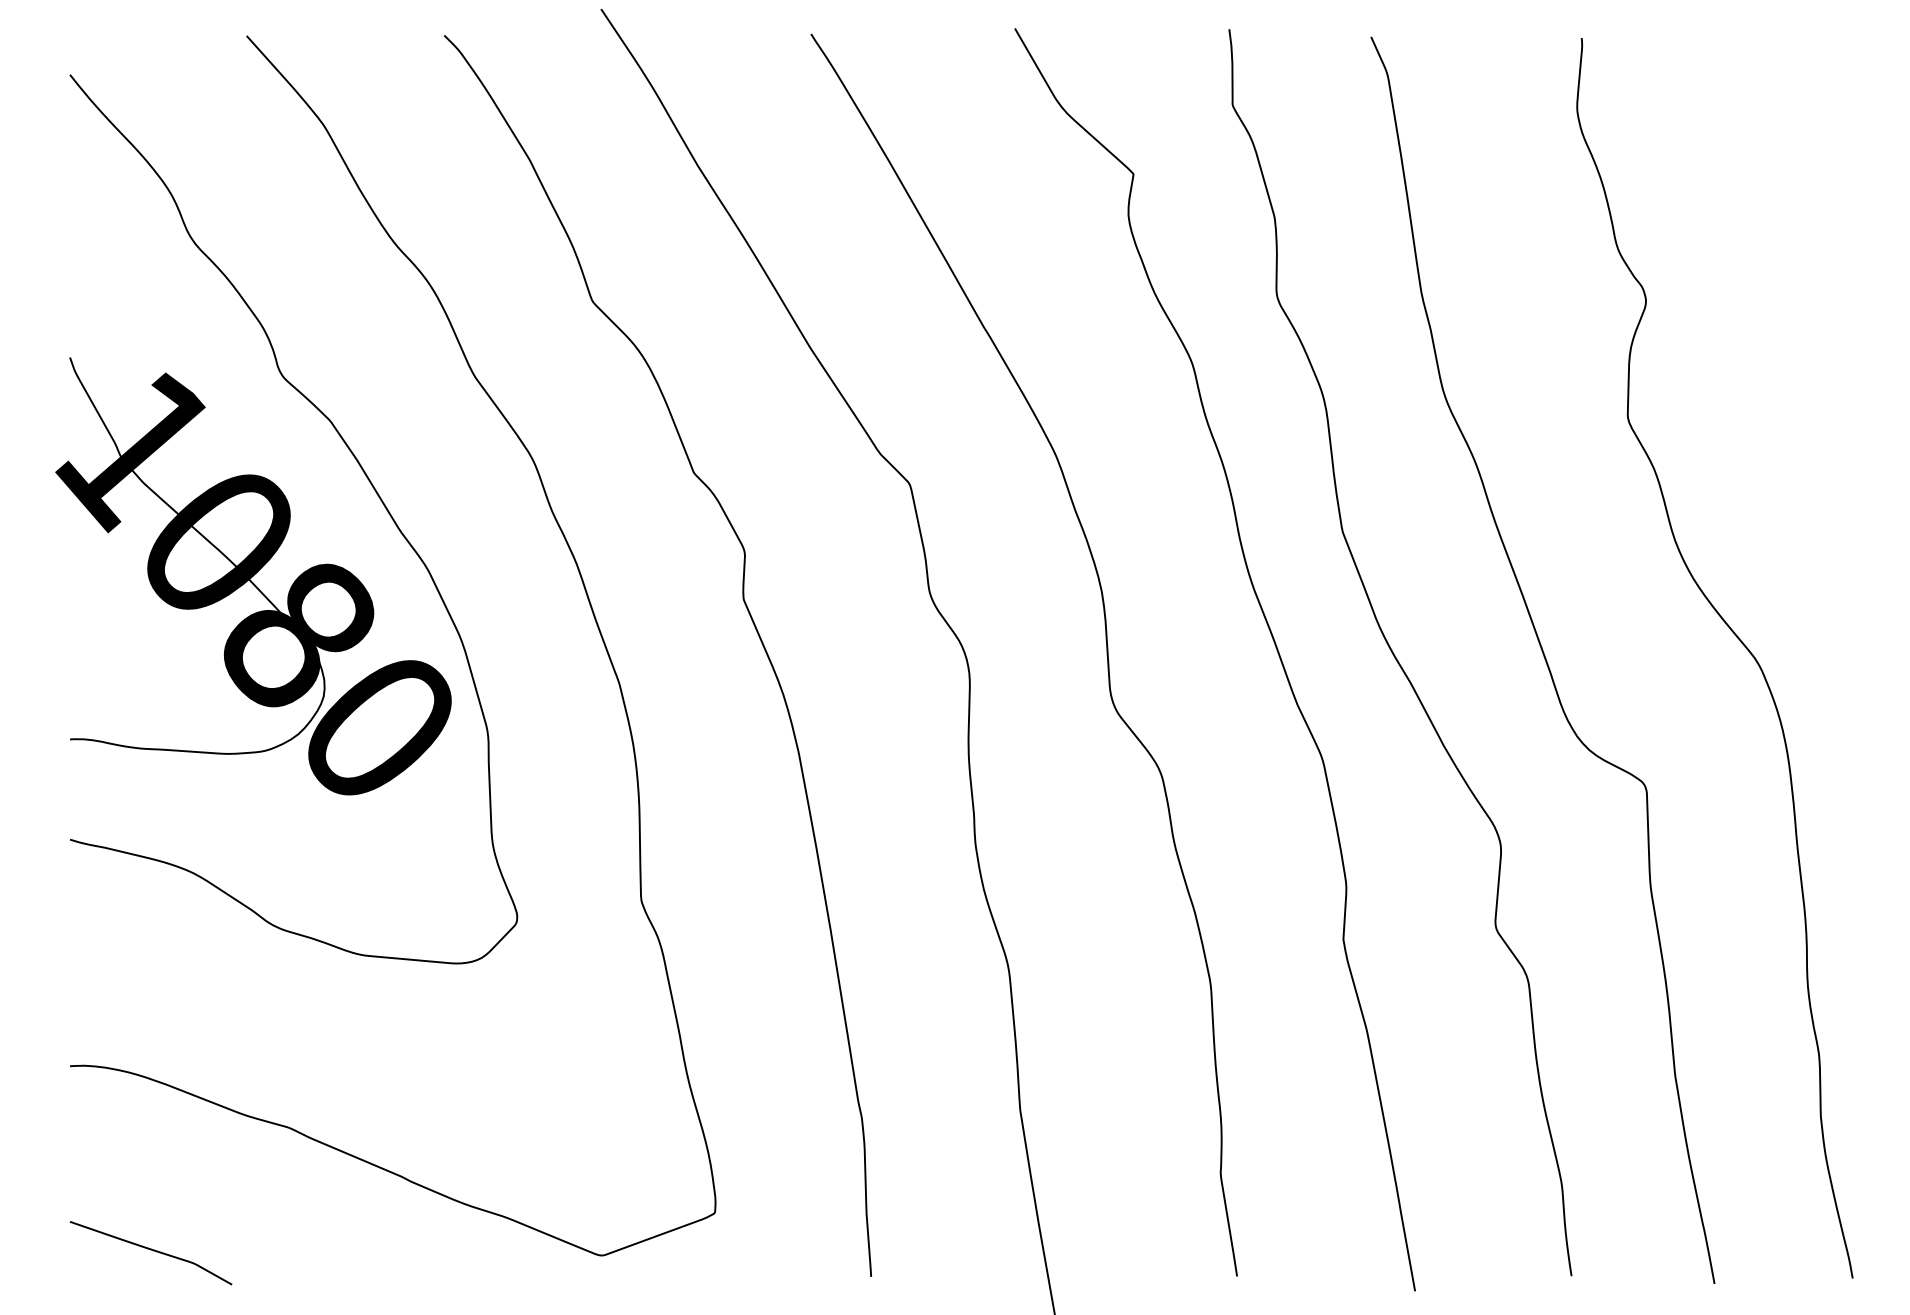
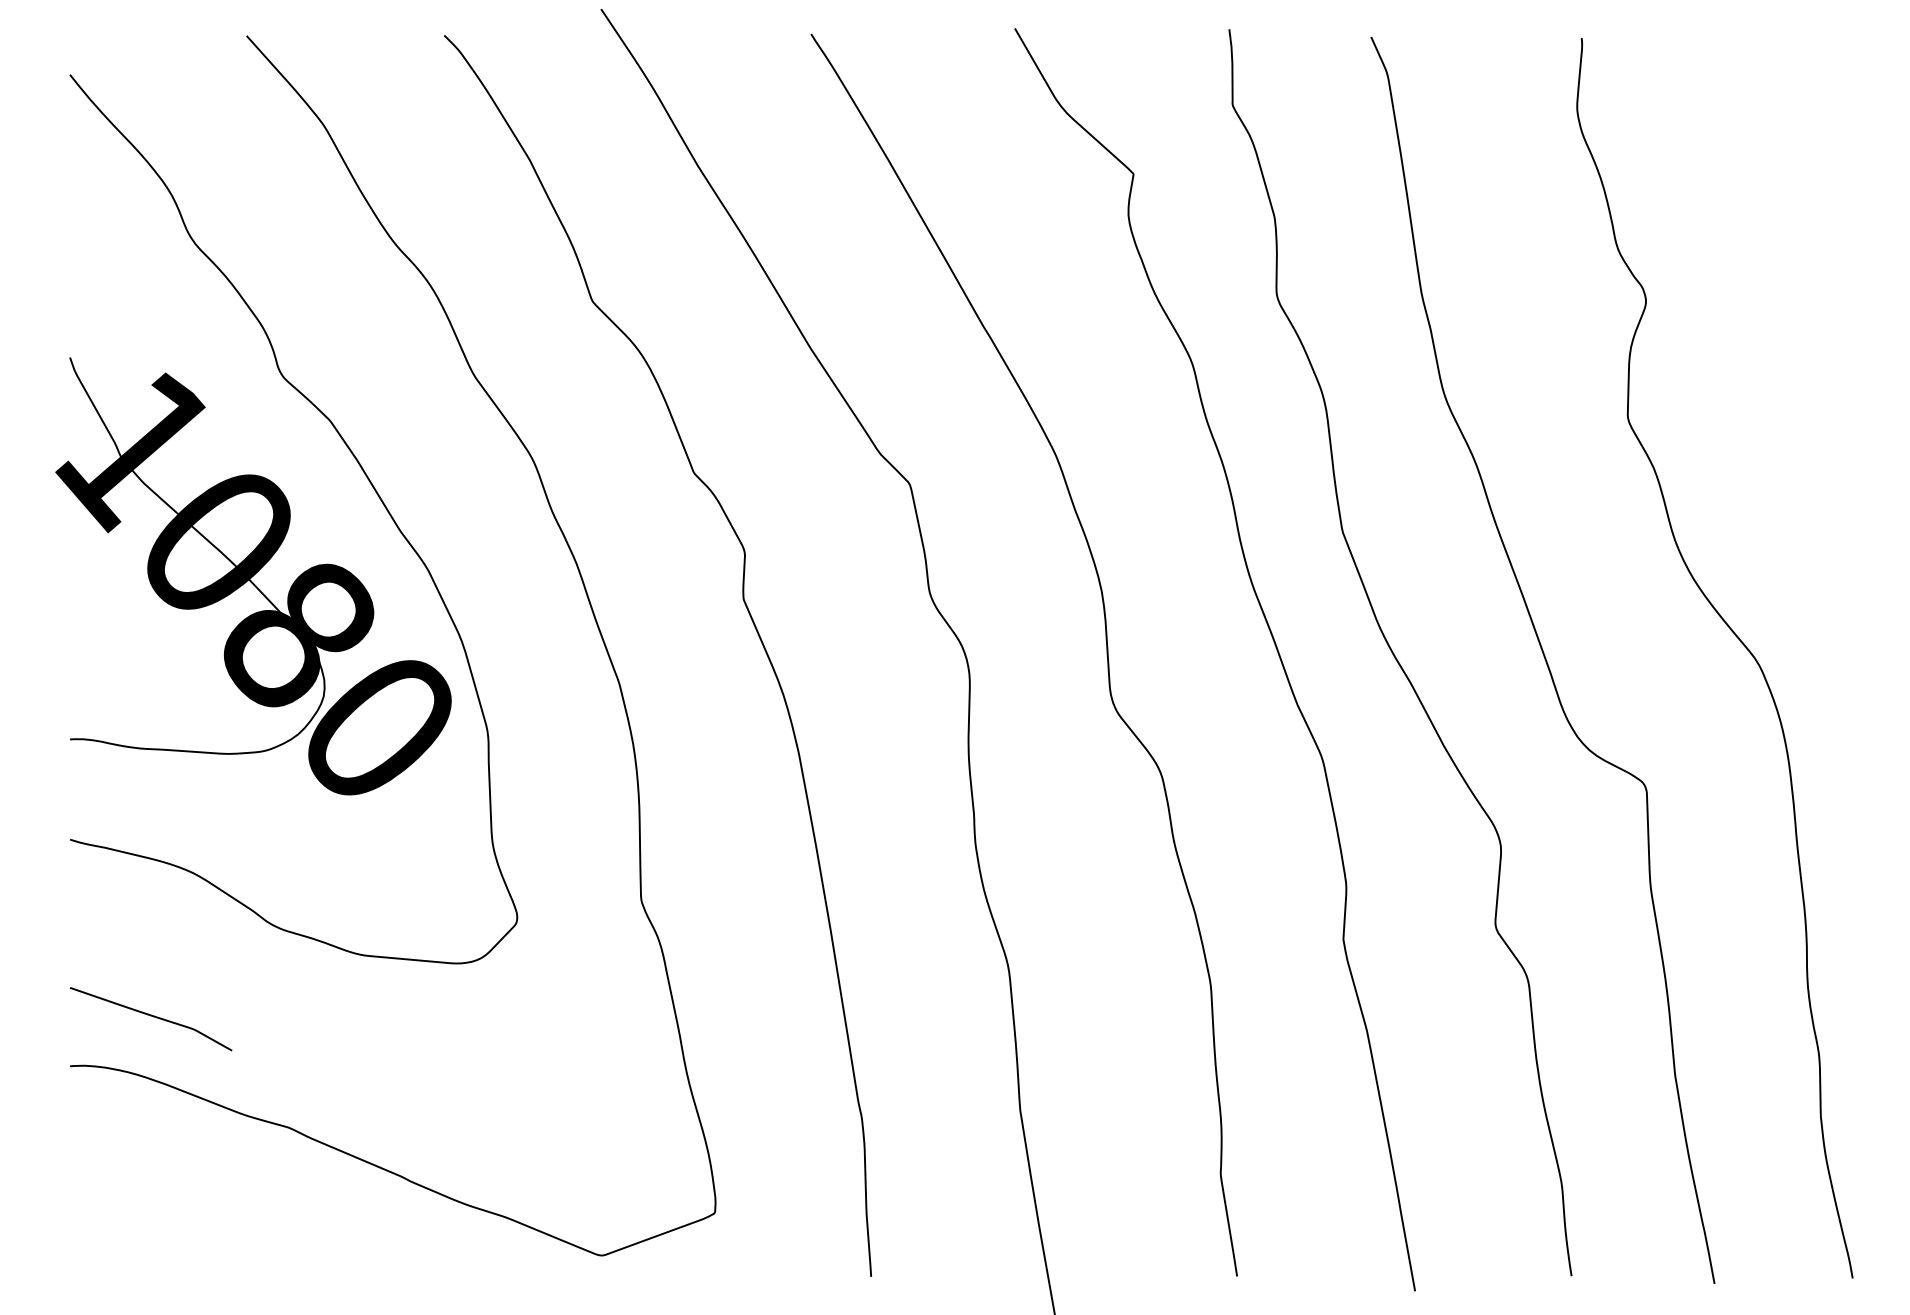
curve at (150, 1250) position: (150, 1250) -> (150, 1016)
